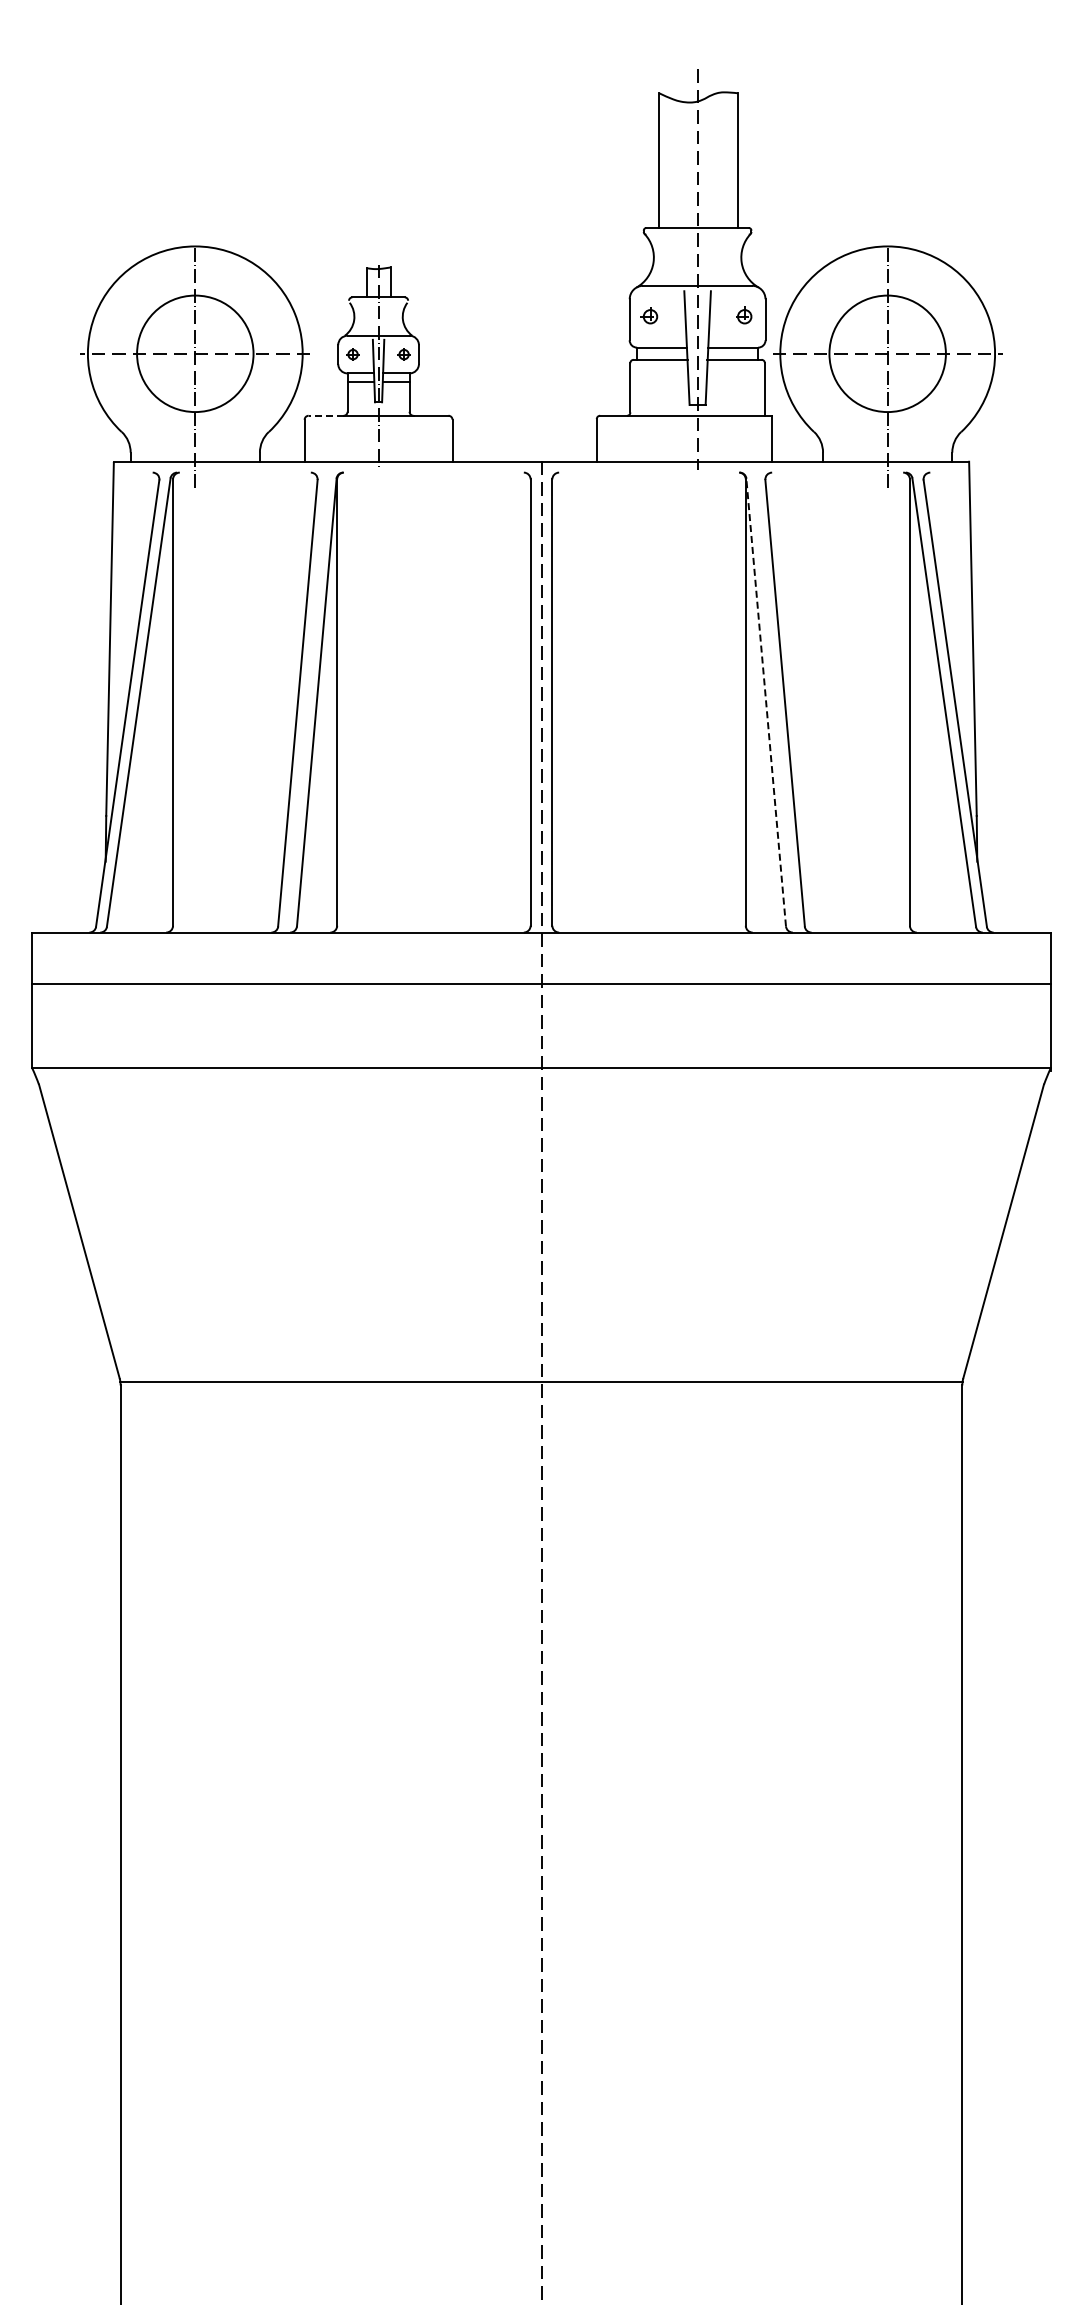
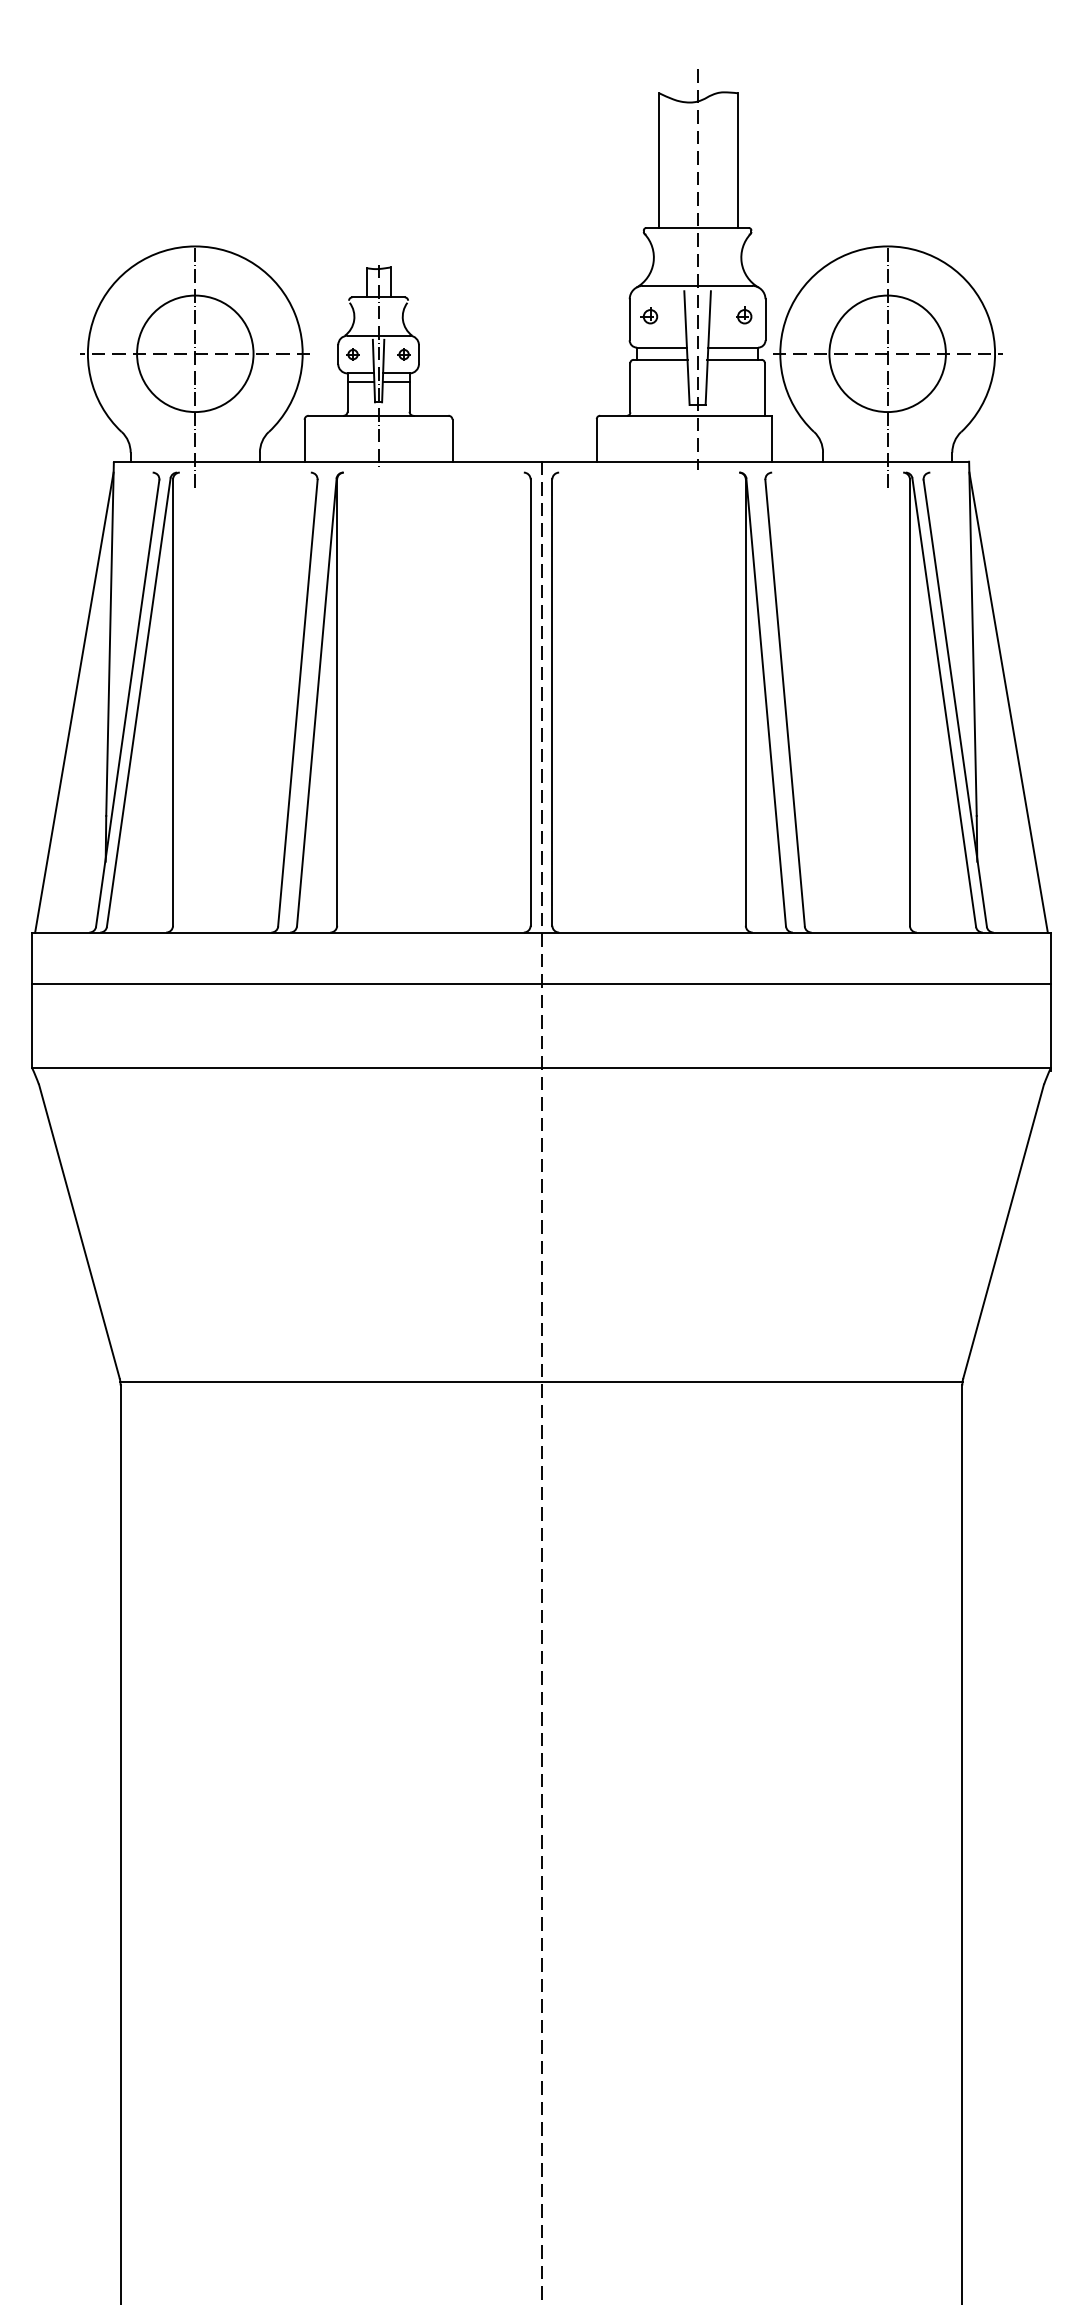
line at (325, 415): dashed -> solid
line at (74, 702): none -> present
line at (766, 702): dashed -> solid
line at (1008, 702): none -> present
